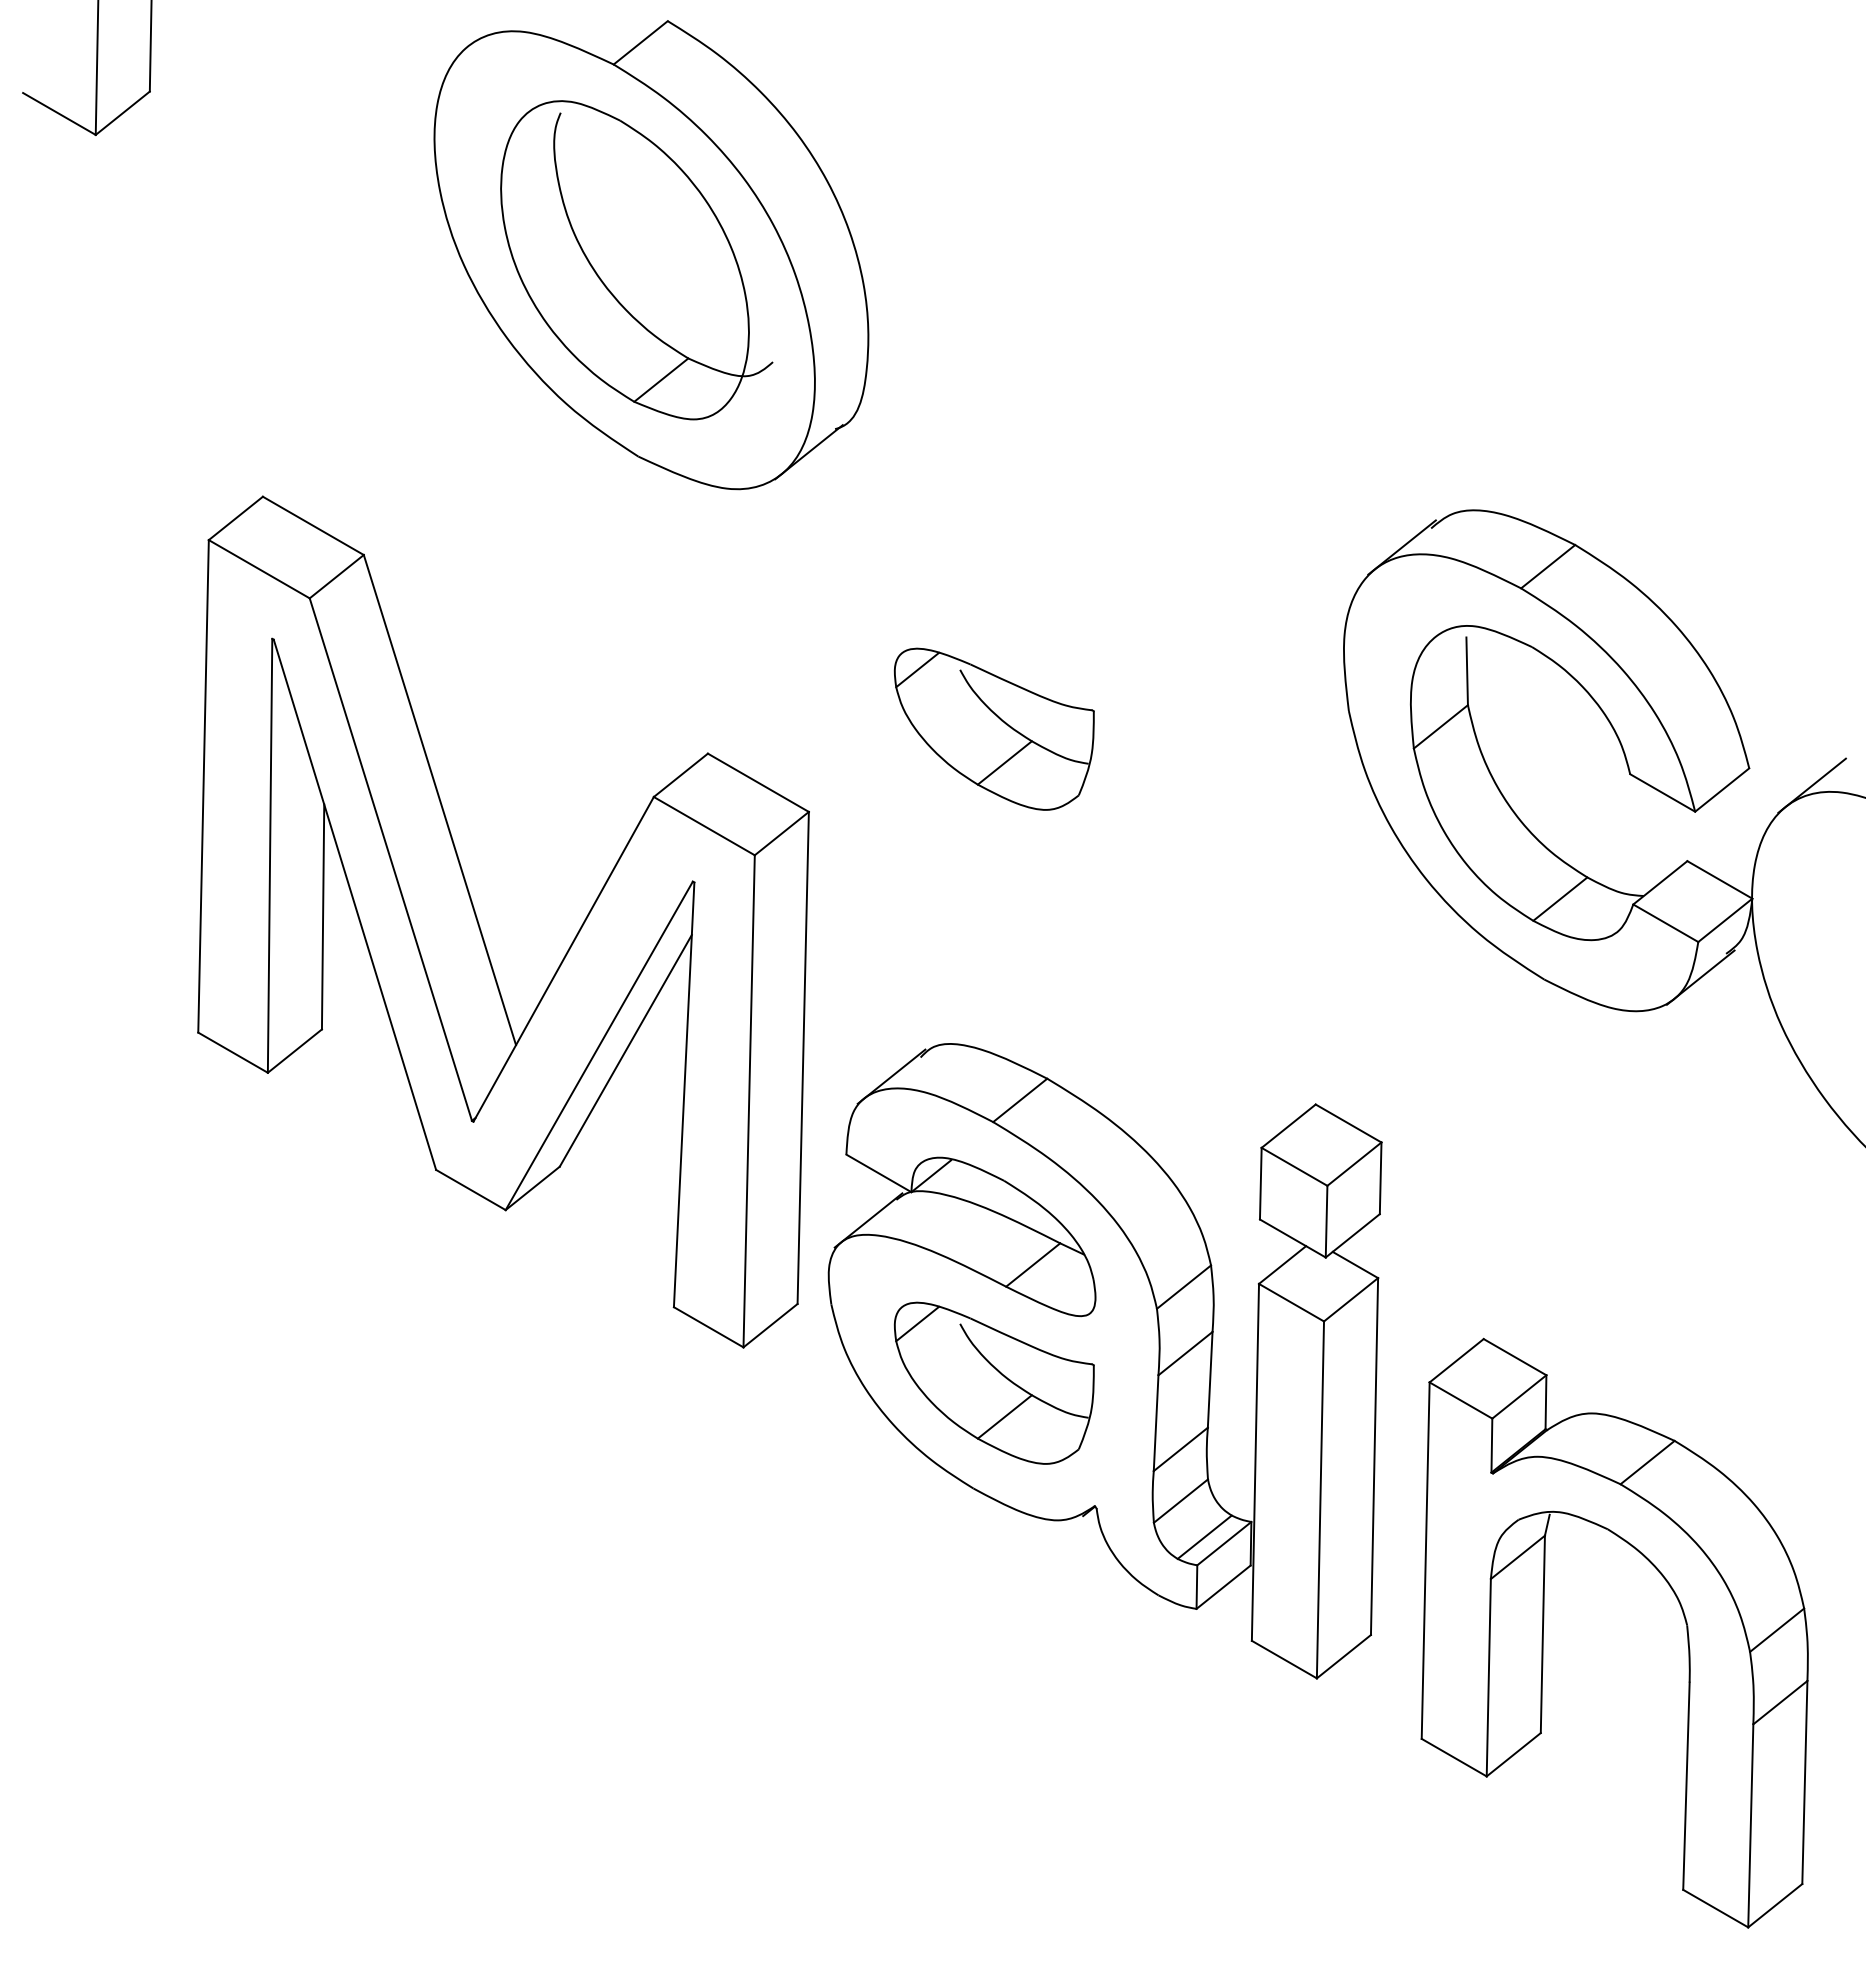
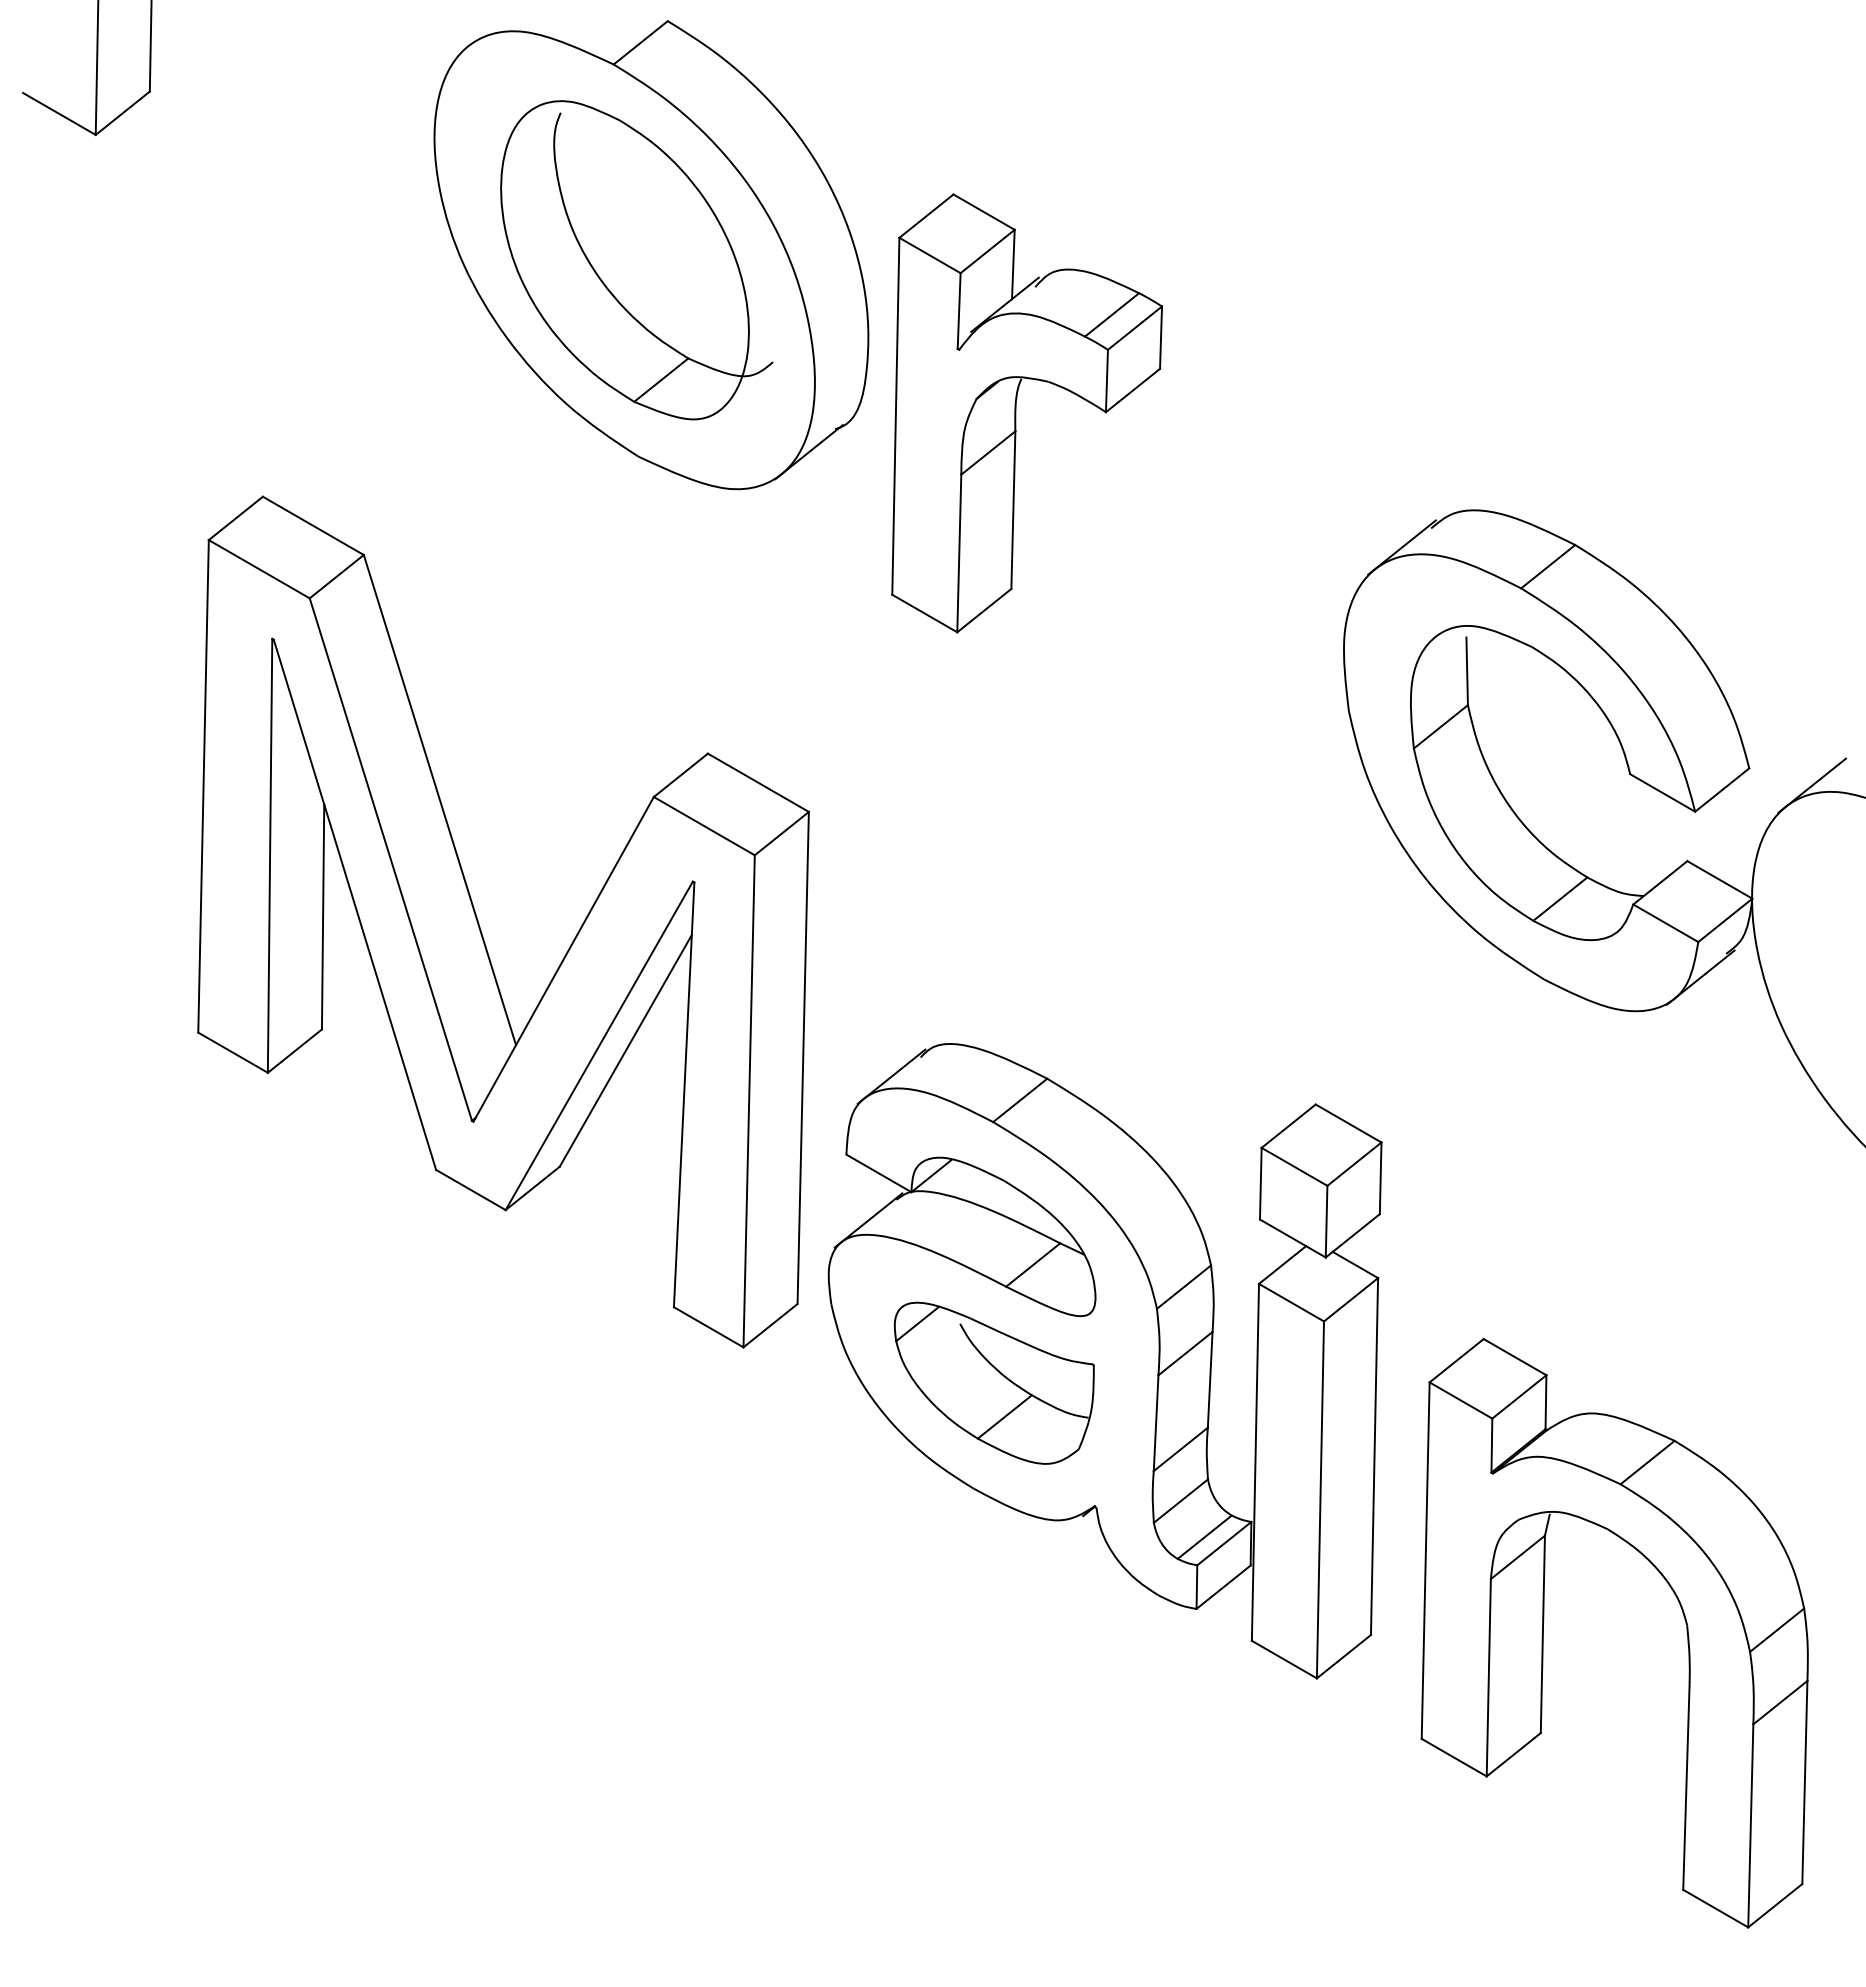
part at (1016, 413): none -> present
part at (993, 728): present -> none
